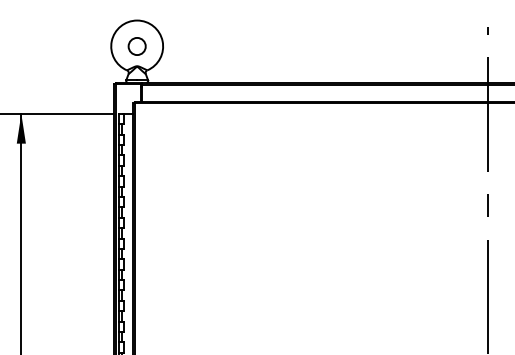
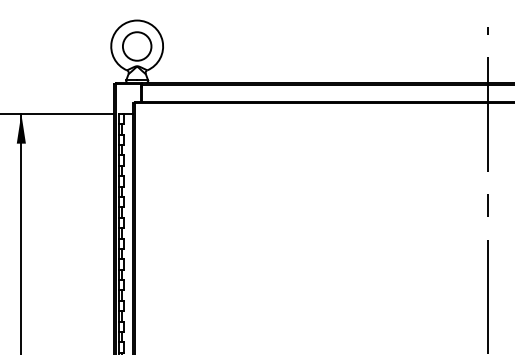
circle at (136, 46) diameter: 17 px -> 29 px
